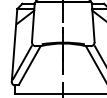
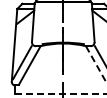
line at (96, 65): solid -> dashed
line at (61, 94): solid -> dashed
